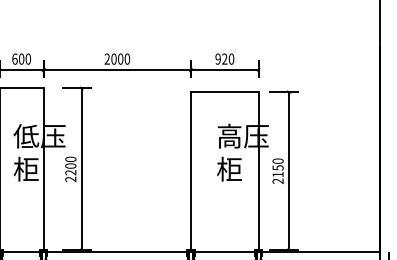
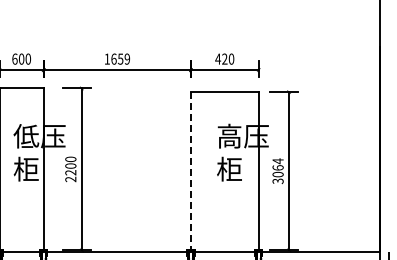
text at (116, 58): 2000 -> 1659
text at (218, 58): 920 -> 420
text at (277, 170): 2150 -> 3064
line at (191, 171): solid -> dashed
